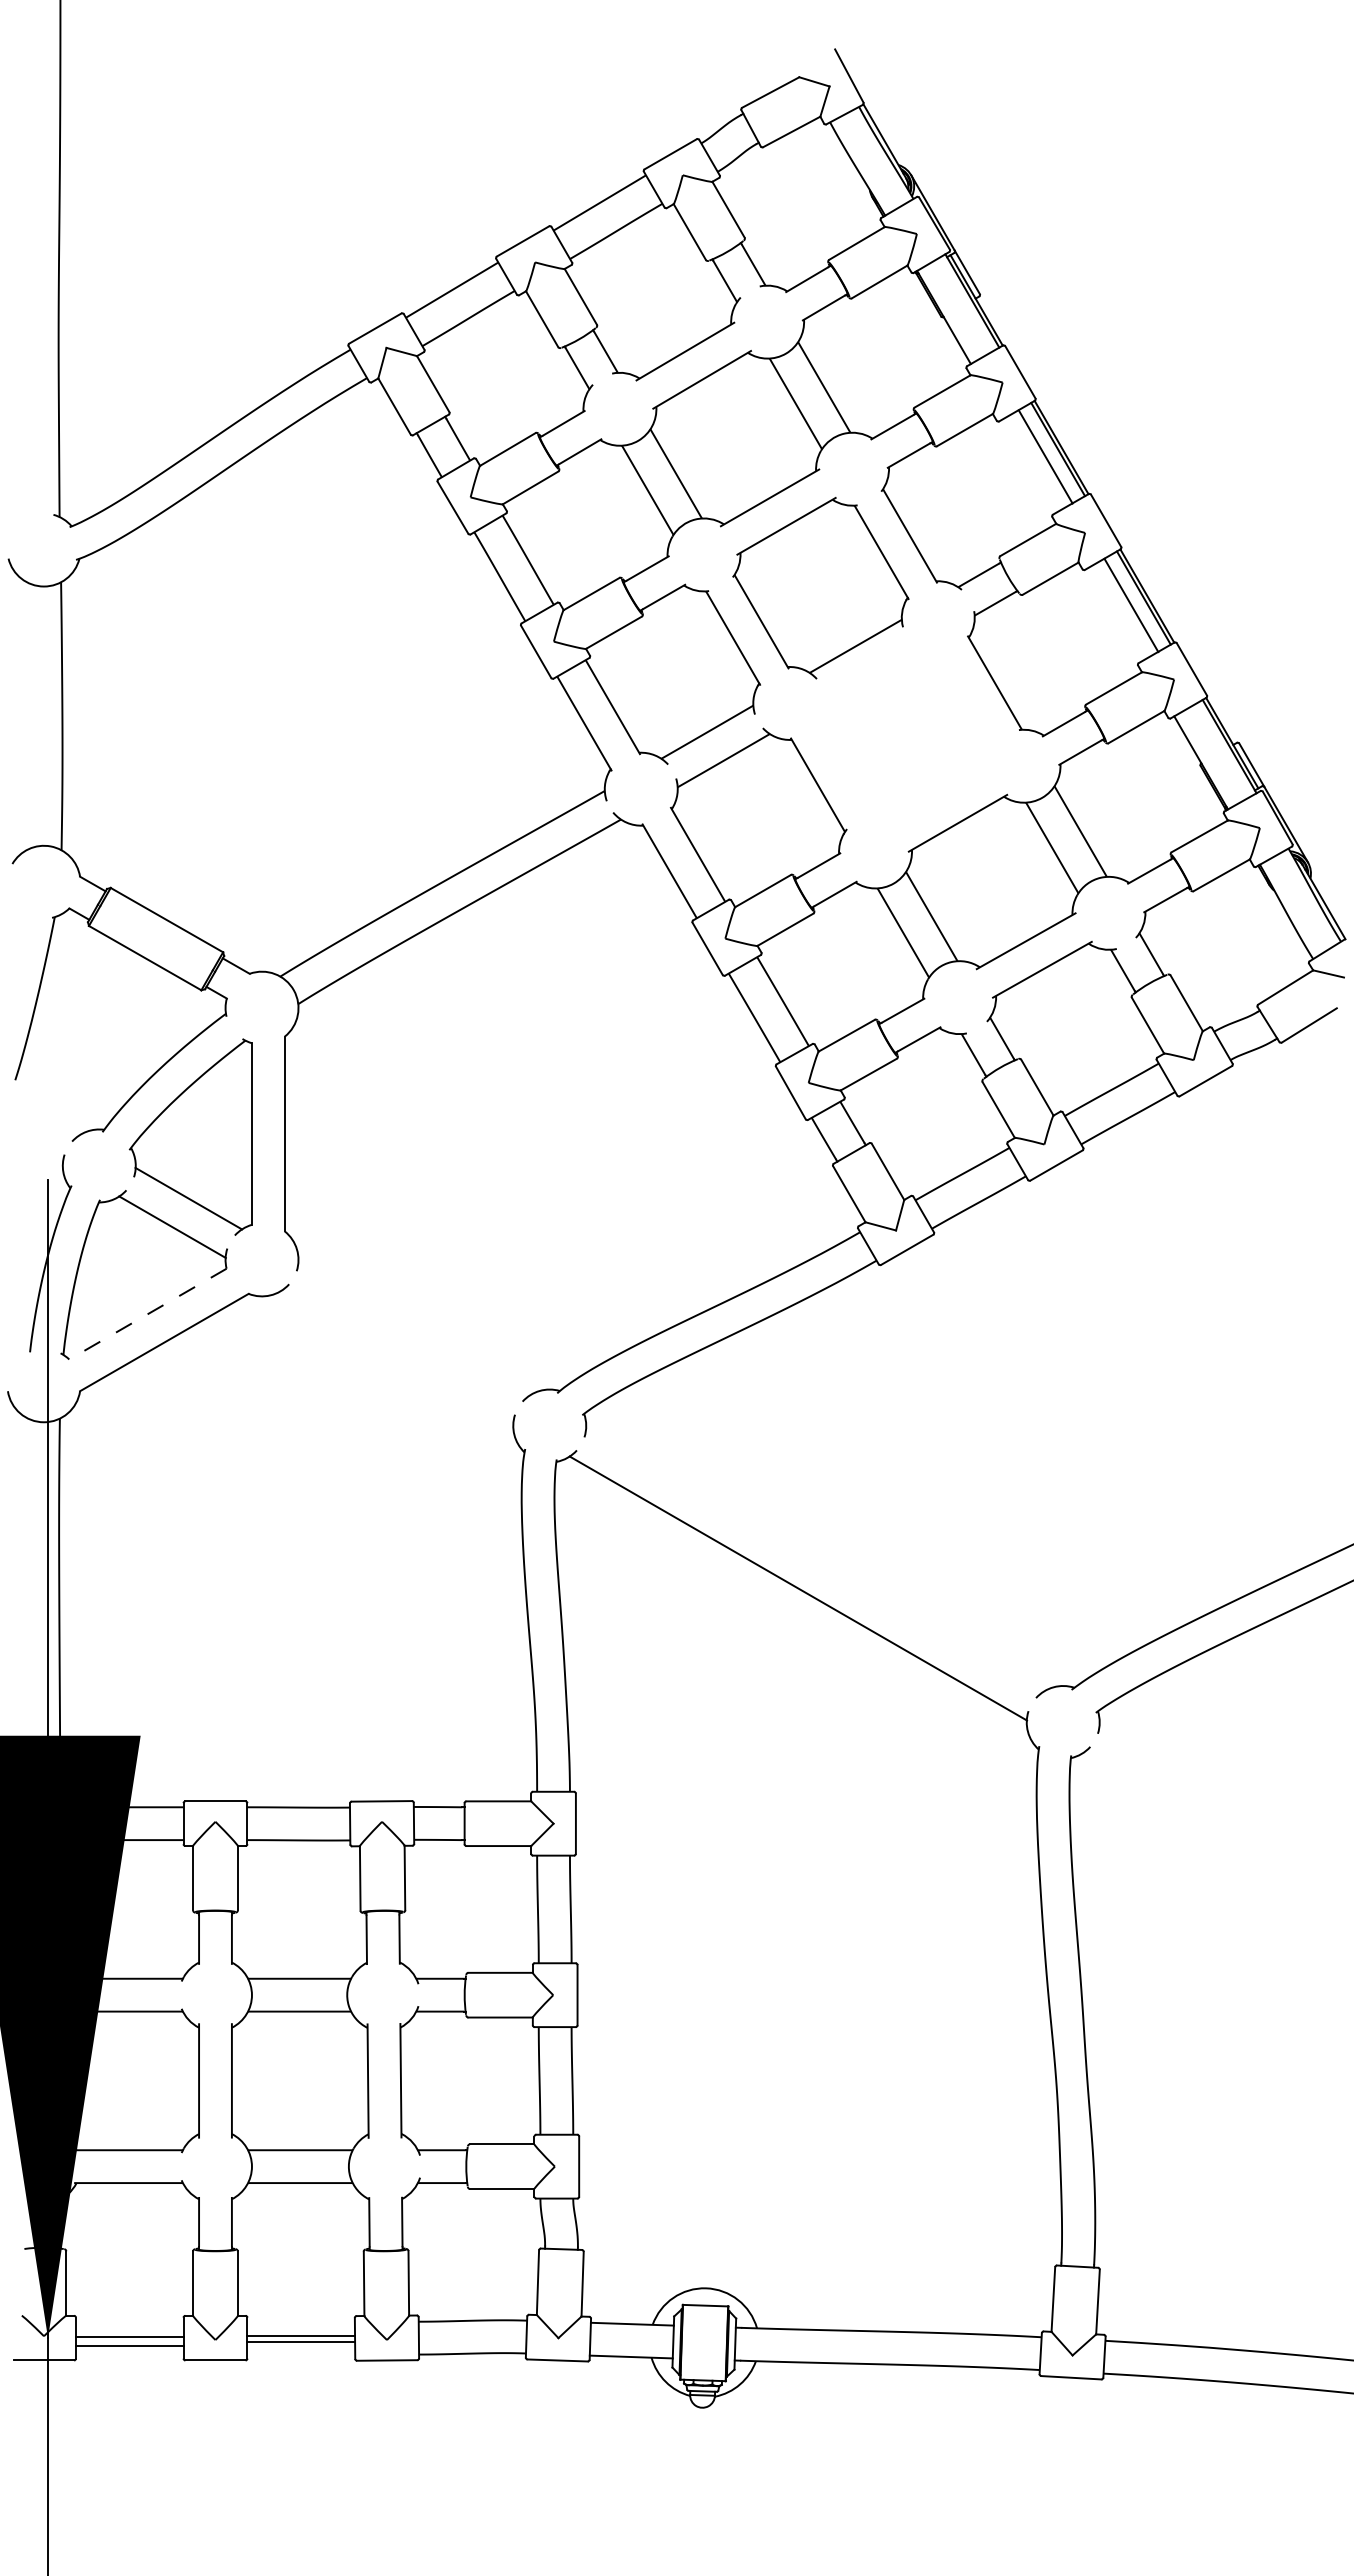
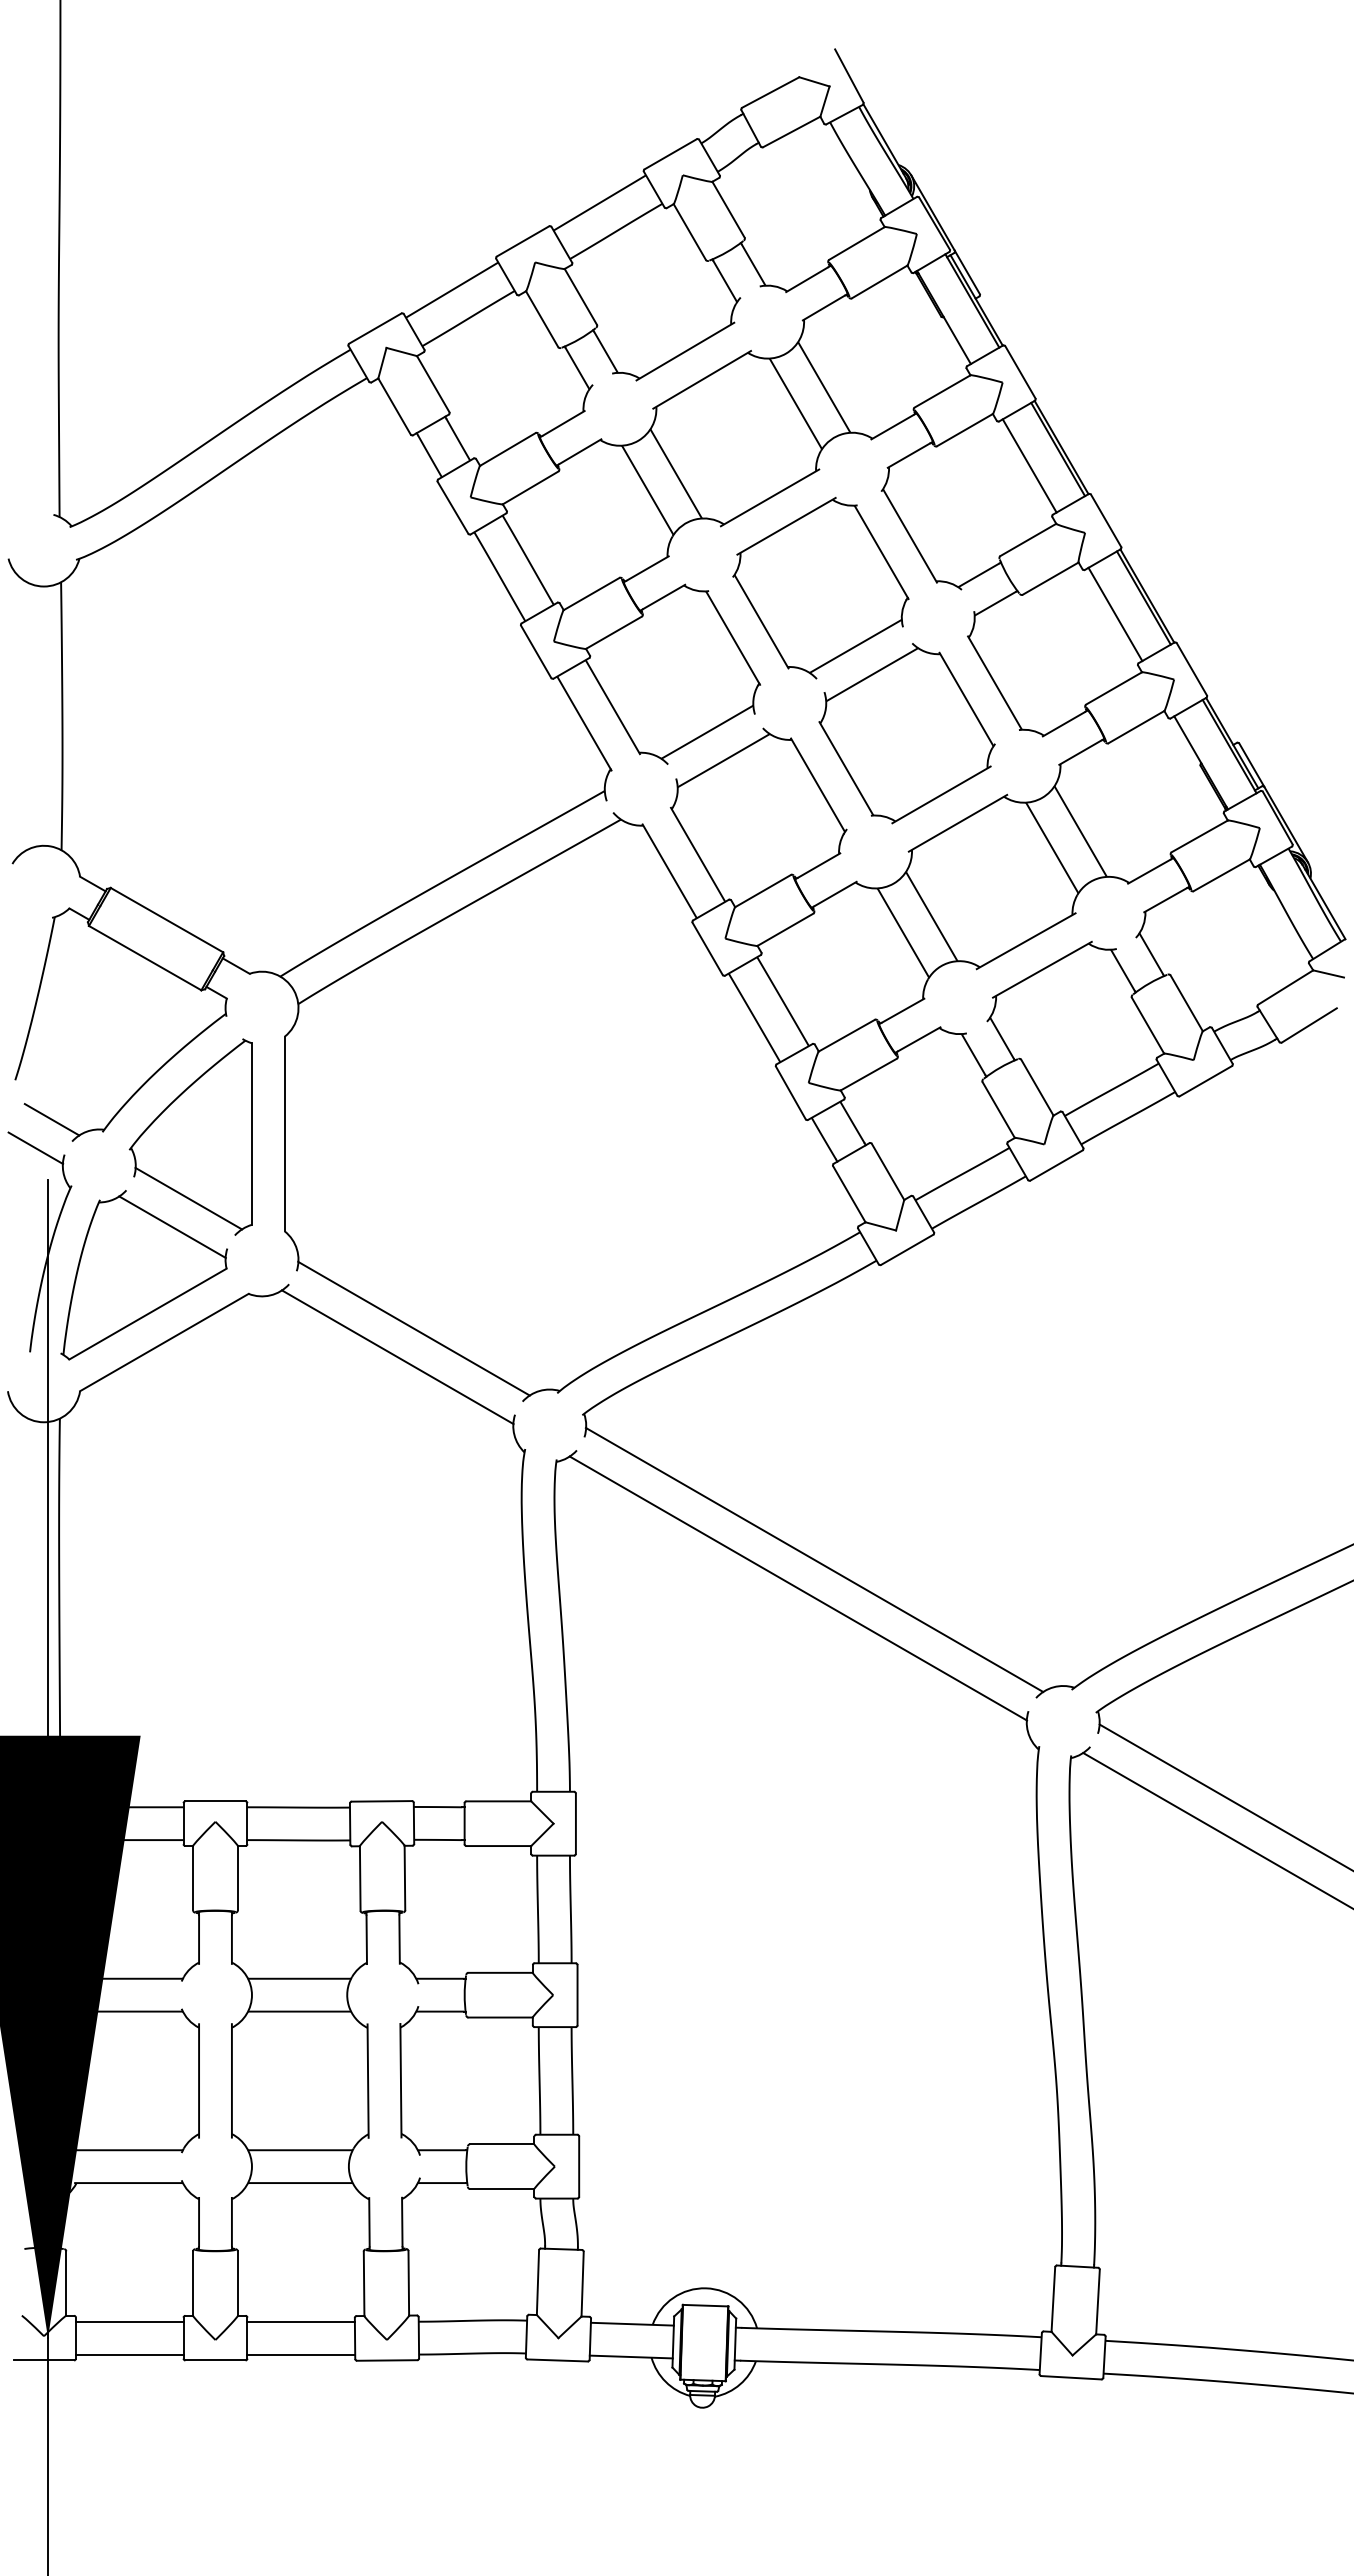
line at (1045, 456) position: (1045, 456) -> (1029, 465)
line at (1131, 605) position: (1131, 605) -> (1115, 614)
part at (906, 733): none -> present
line at (51, 1119): none -> present
line at (35, 1148): none -> present
line at (147, 1314): dashed -> solid
line at (413, 1328): none -> present
line at (397, 1357): none -> present
line at (814, 1559): none -> present
line at (1224, 1796): none -> present
line at (1216, 1829): none -> present
line at (301, 2335) position: (301, 2335) -> (301, 2354)
line at (129, 2336) position: (129, 2336) -> (129, 2354)
line at (300, 2341) position: (300, 2341) -> (300, 2321)
line at (129, 2345) position: (129, 2345) -> (129, 2321)
